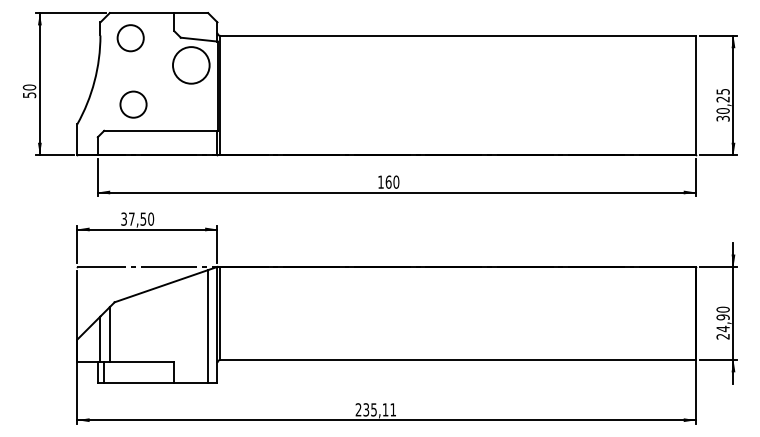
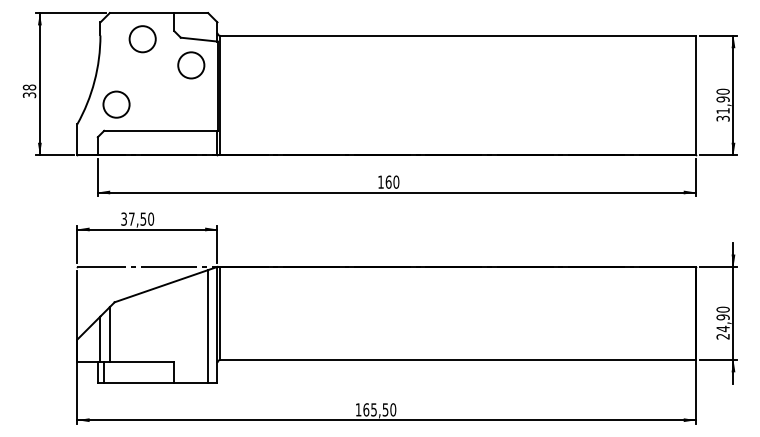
circle at (130, 38) position: (130, 38) -> (142, 39)
circle at (191, 65) diameter: 37 px -> 26 px
text at (28, 90): 50 -> 38
text at (722, 100): 30,25 -> 31,90
circle at (133, 104) position: (133, 104) -> (116, 104)
text at (375, 409): 235,11 -> 165,50
